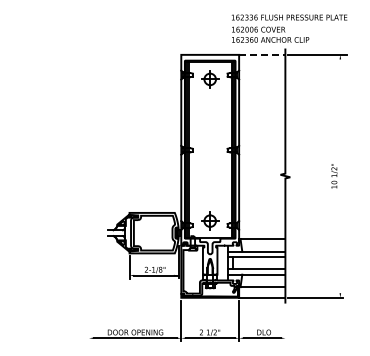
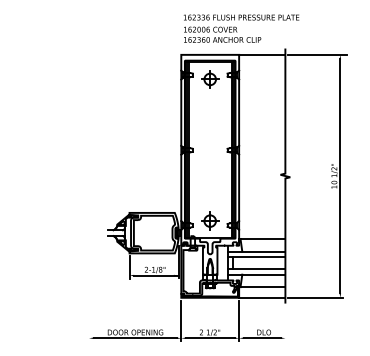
text at (289, 28) position: (289, 28) -> (241, 28)
line at (262, 54): dashed -> solid
line at (340, 176): none -> present
